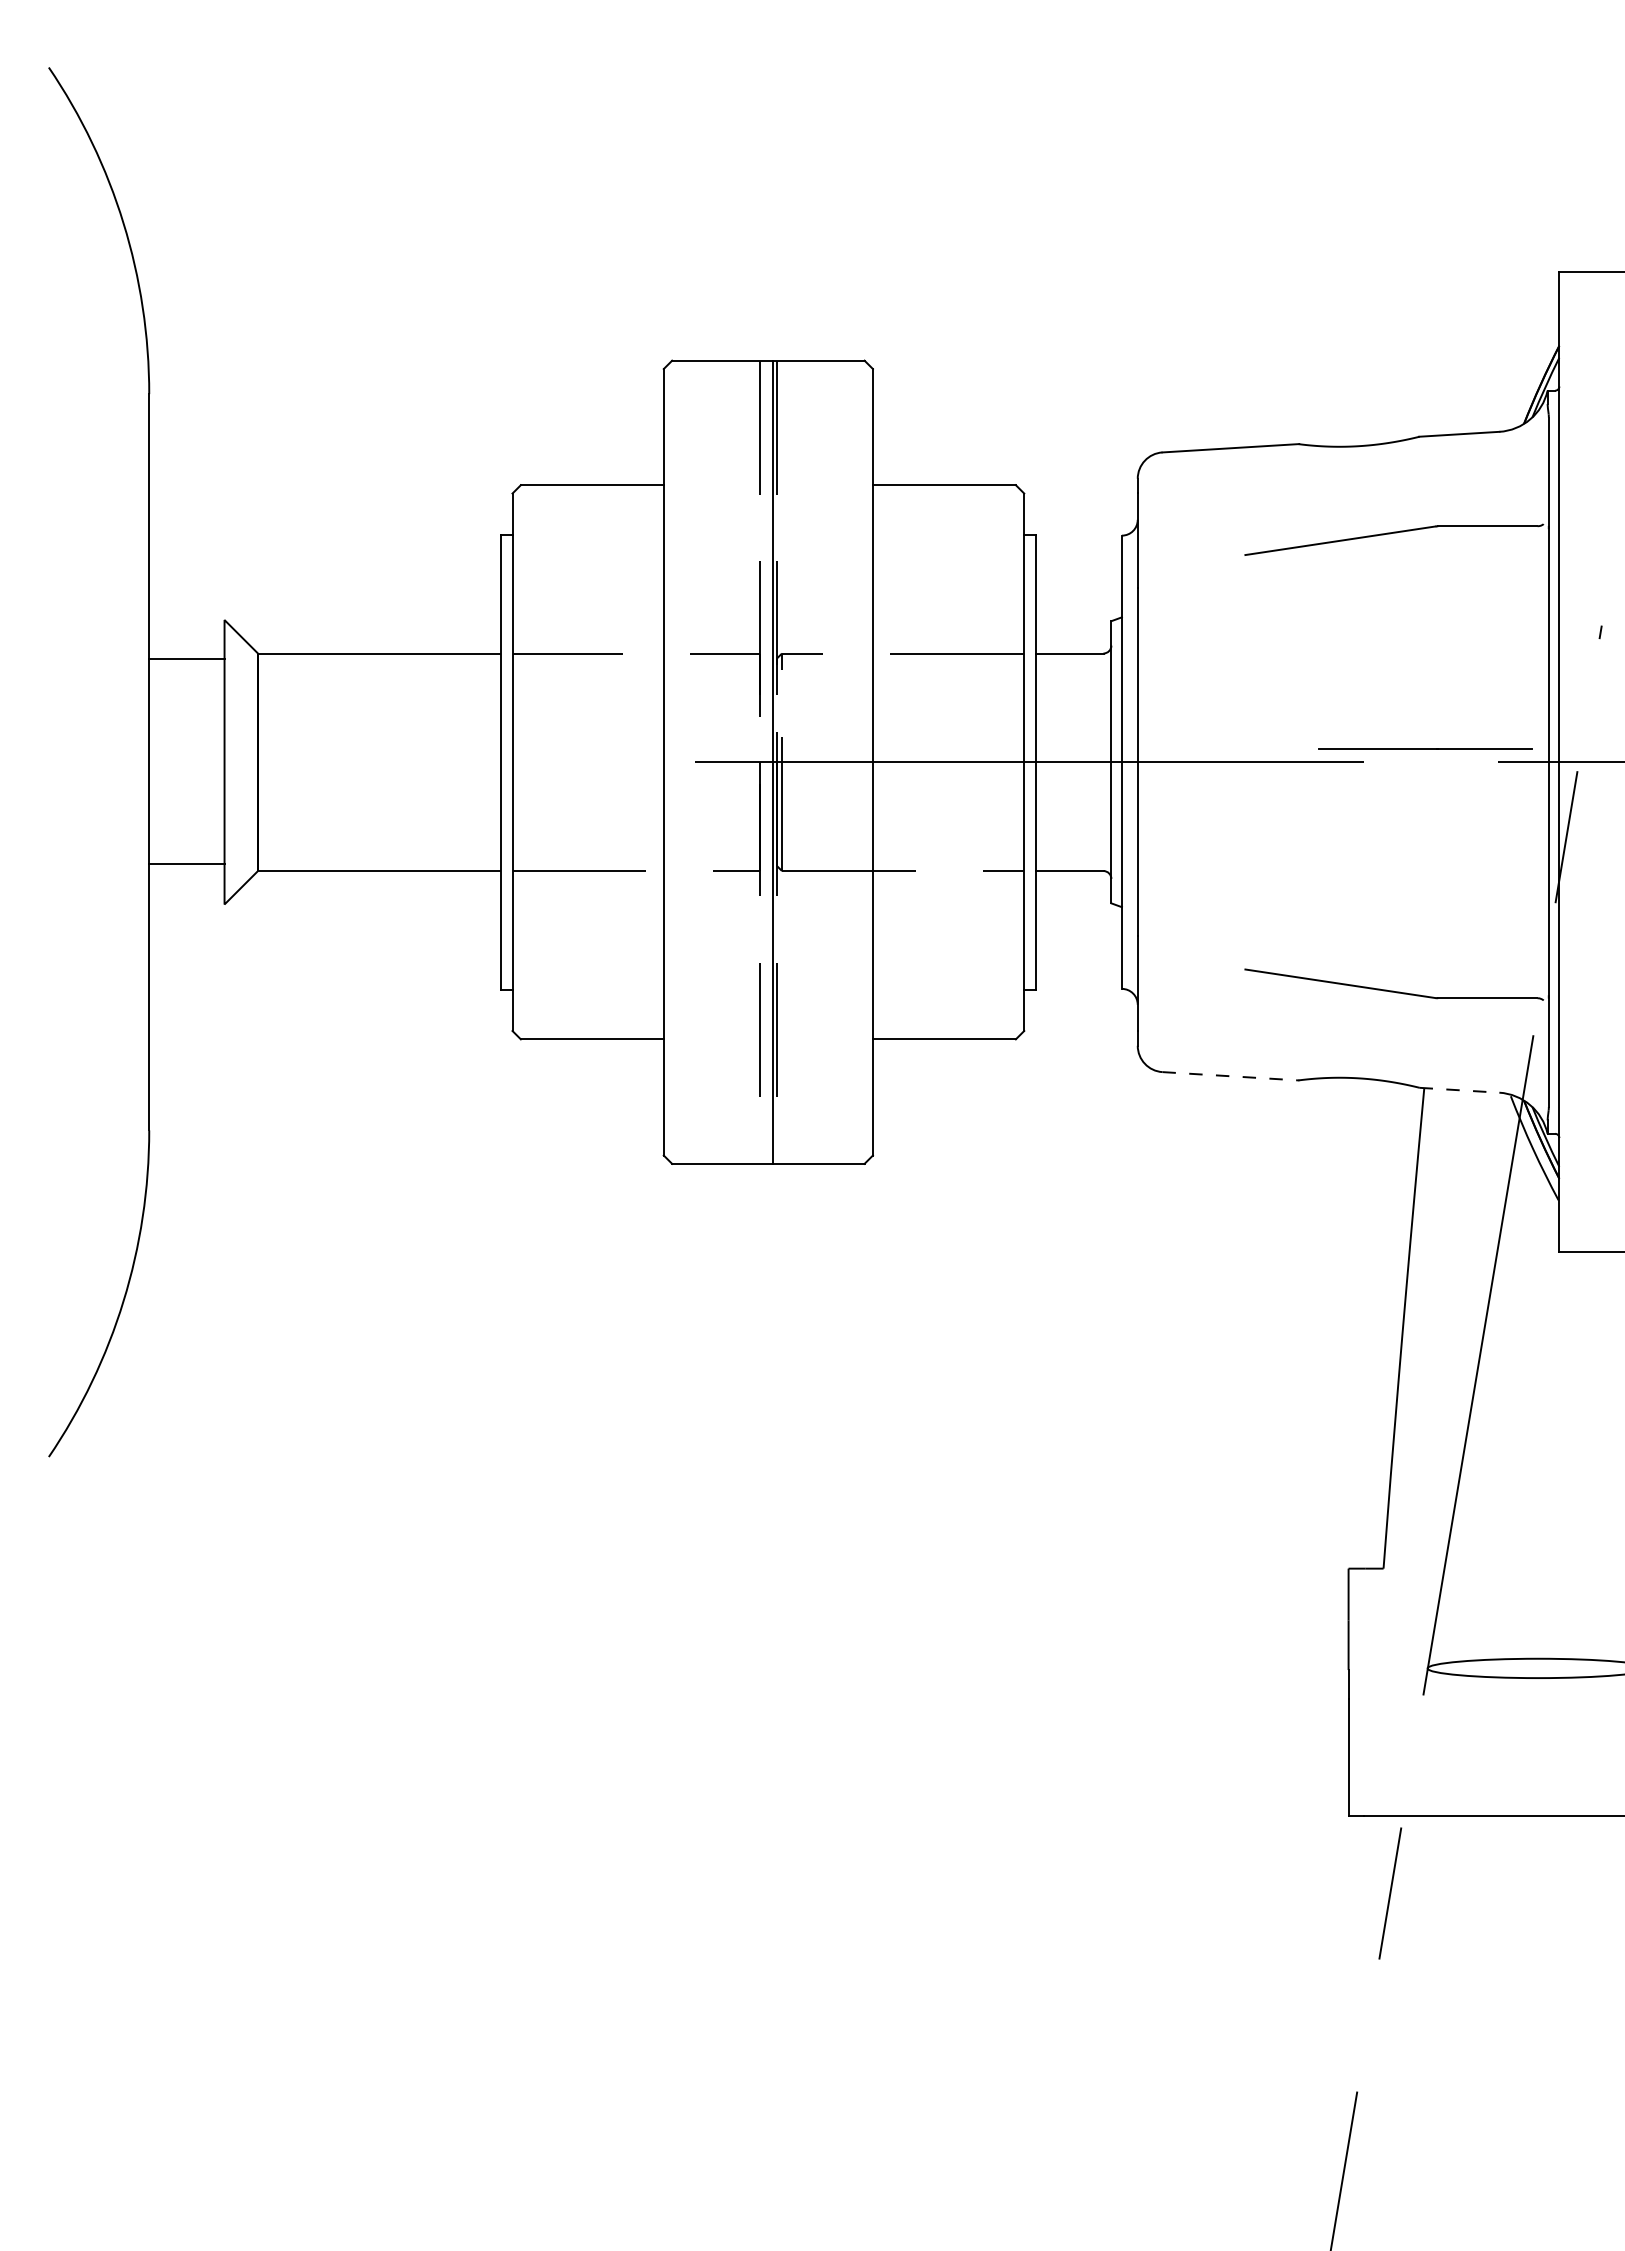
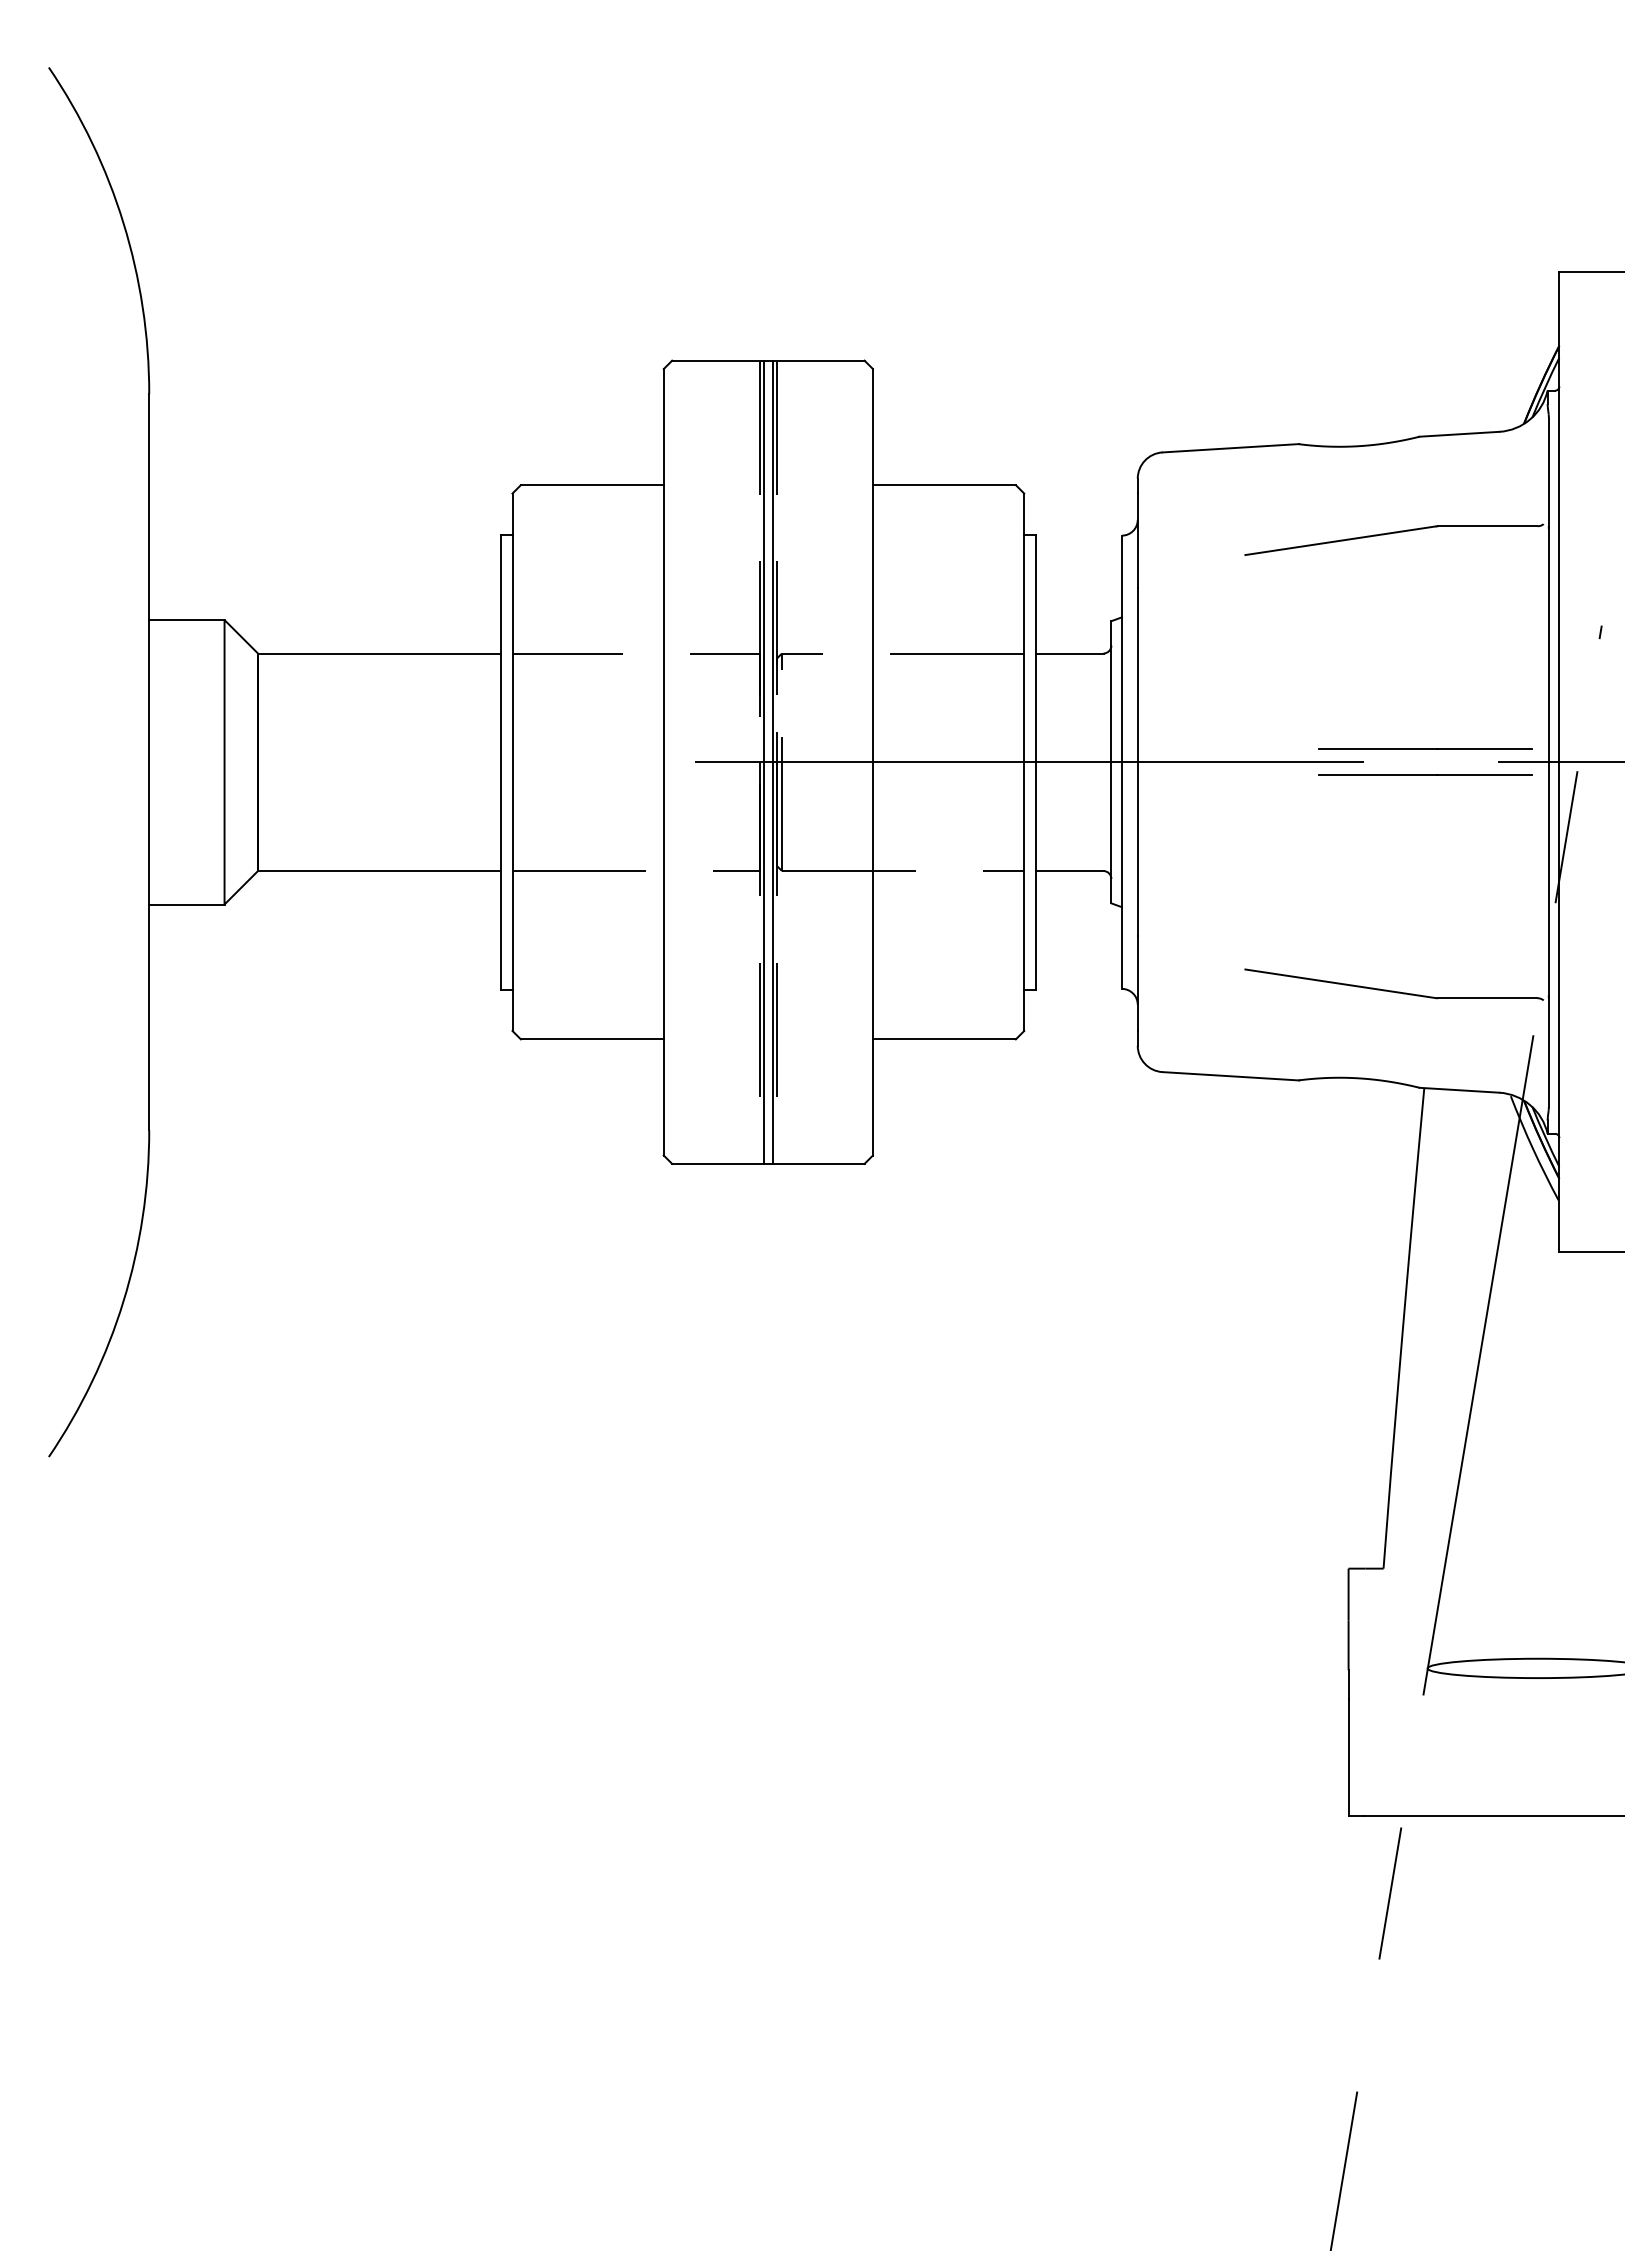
line at (186, 659) position: (186, 659) -> (186, 620)
line at (764, 761): none -> present
line at (1425, 774): none -> present
line at (186, 863) position: (186, 863) -> (186, 904)
line at (1230, 1076): dashed -> solid
line at (1459, 1090): dashed -> solid
